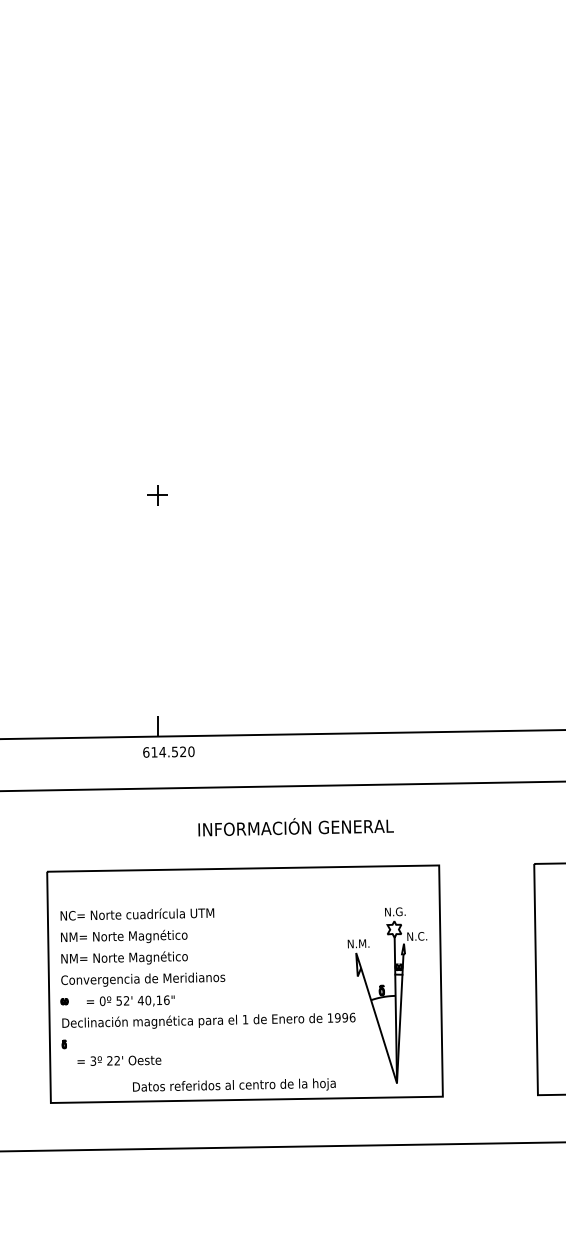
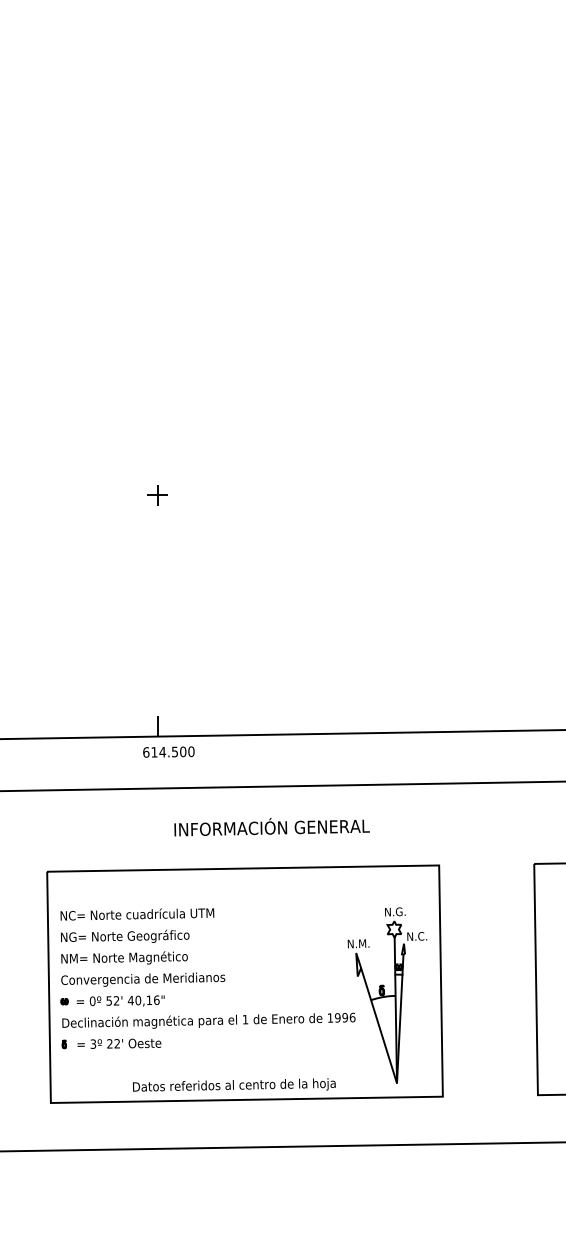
text at (183, 751): 614.520 -> 614.500
text at (295, 827) position: (295, 827) -> (271, 827)
text at (129, 936): NM= Norte Magnético -> NG= Norte Geográfico
text at (130, 1000) position: (130, 1000) -> (120, 1000)
text at (119, 1060) position: (119, 1060) -> (119, 1043)
